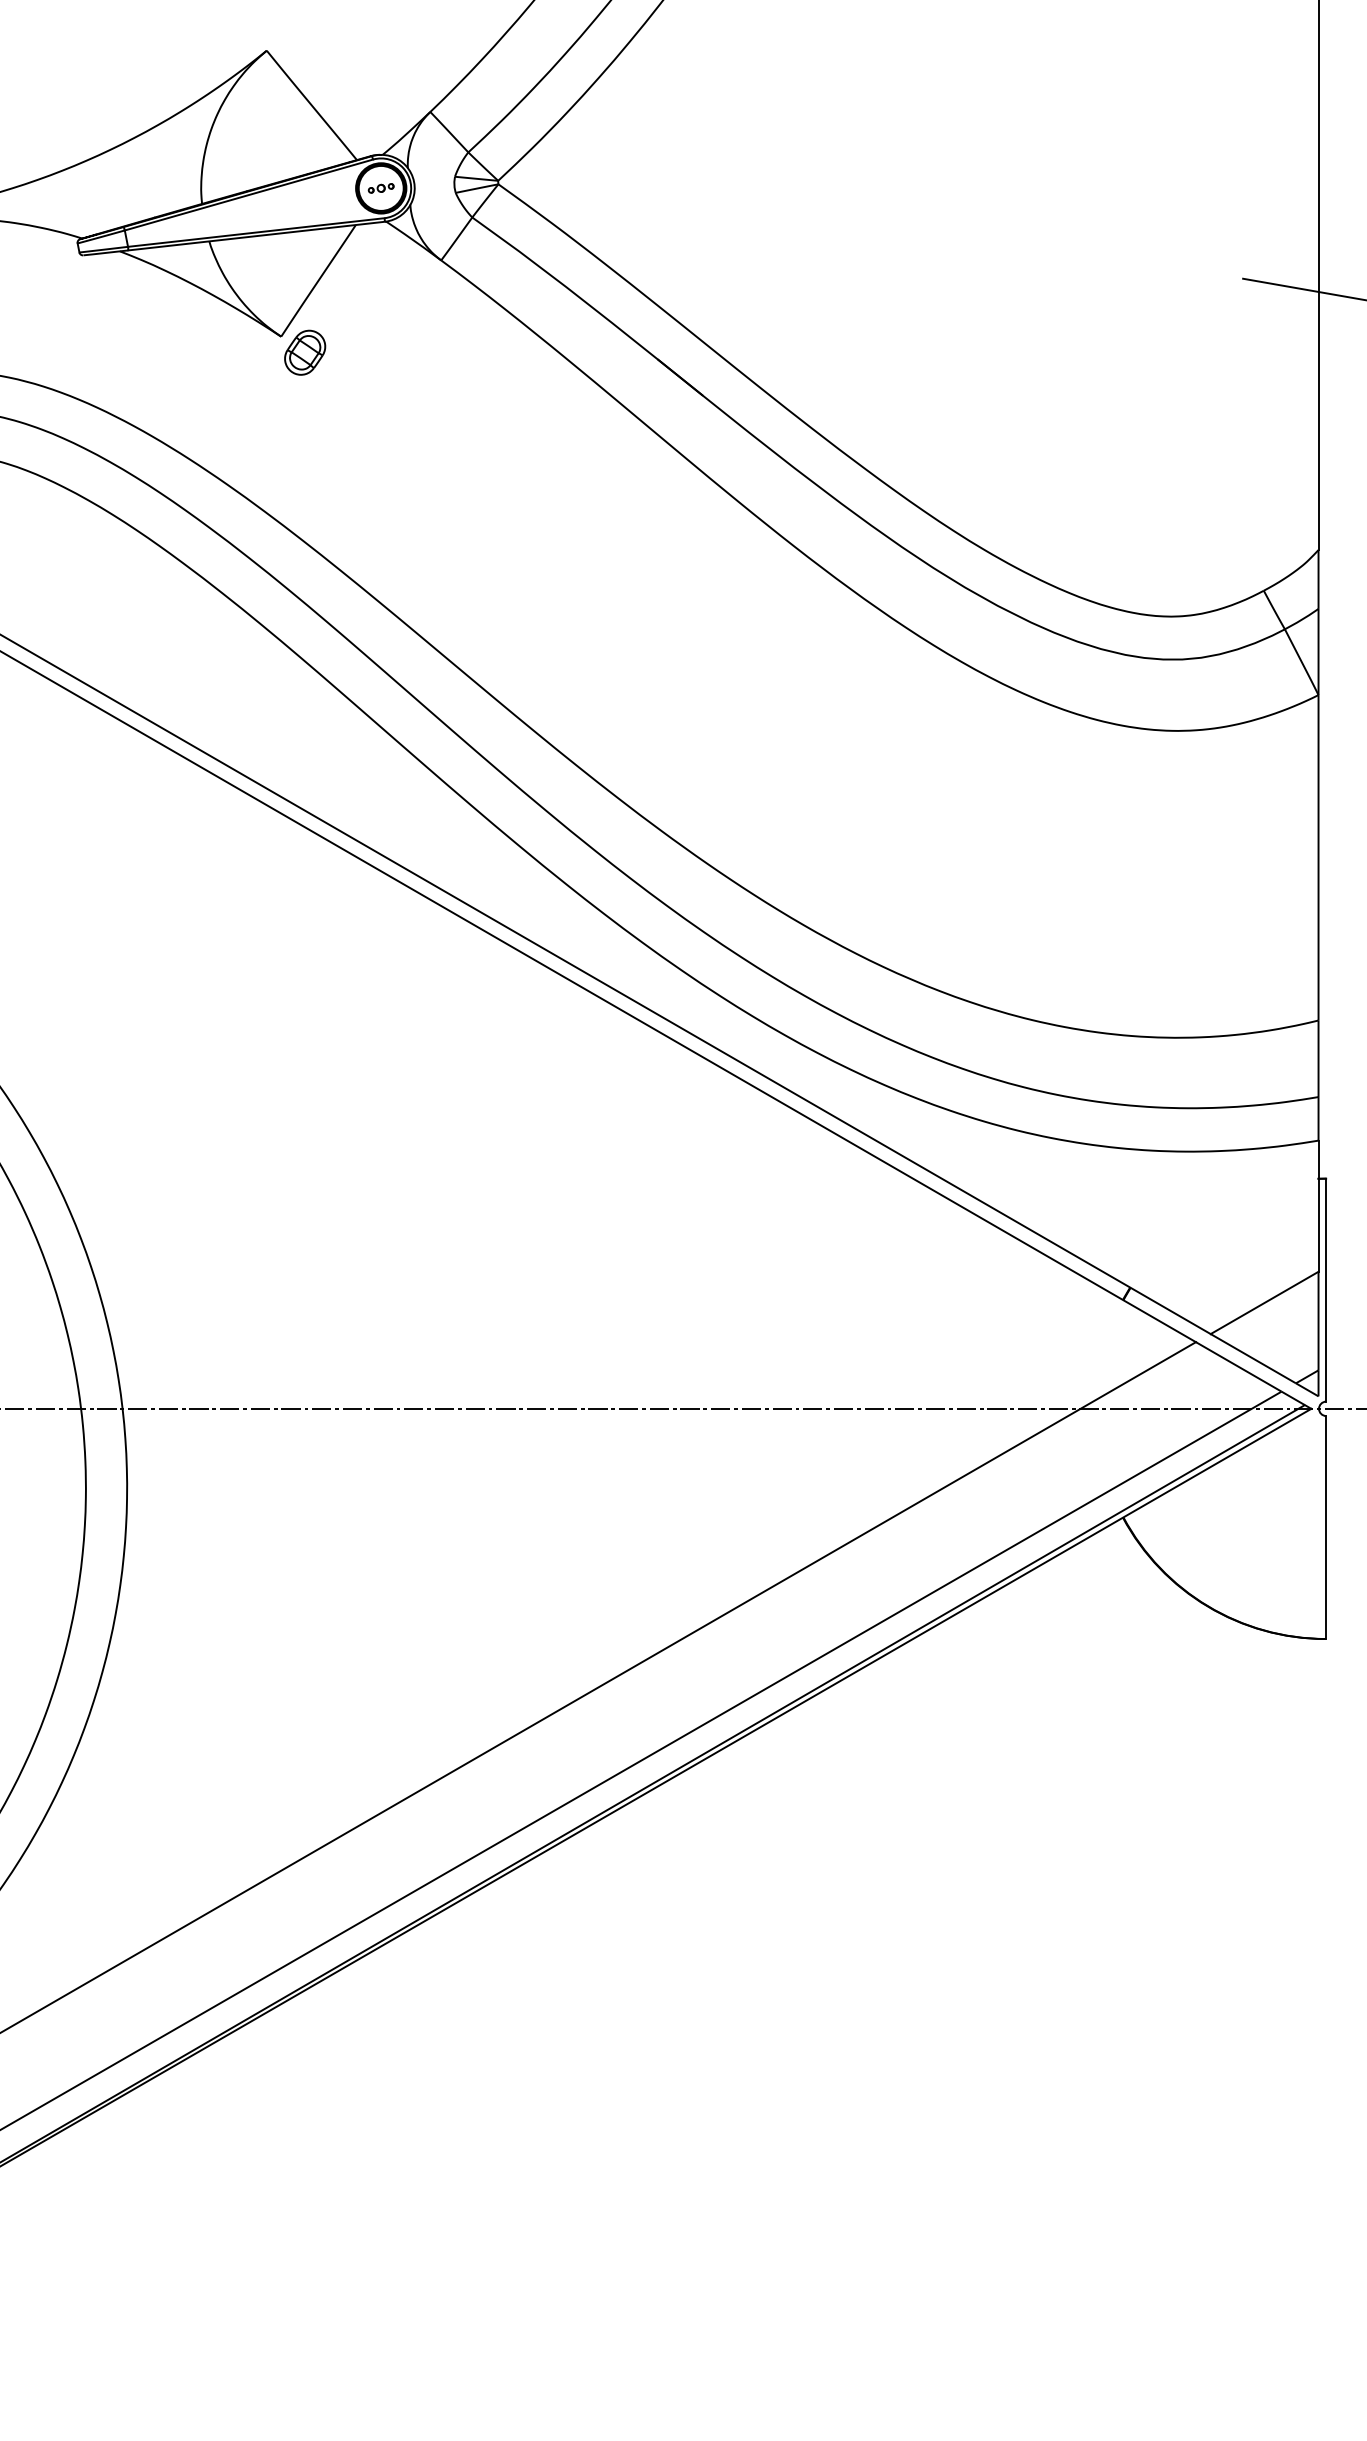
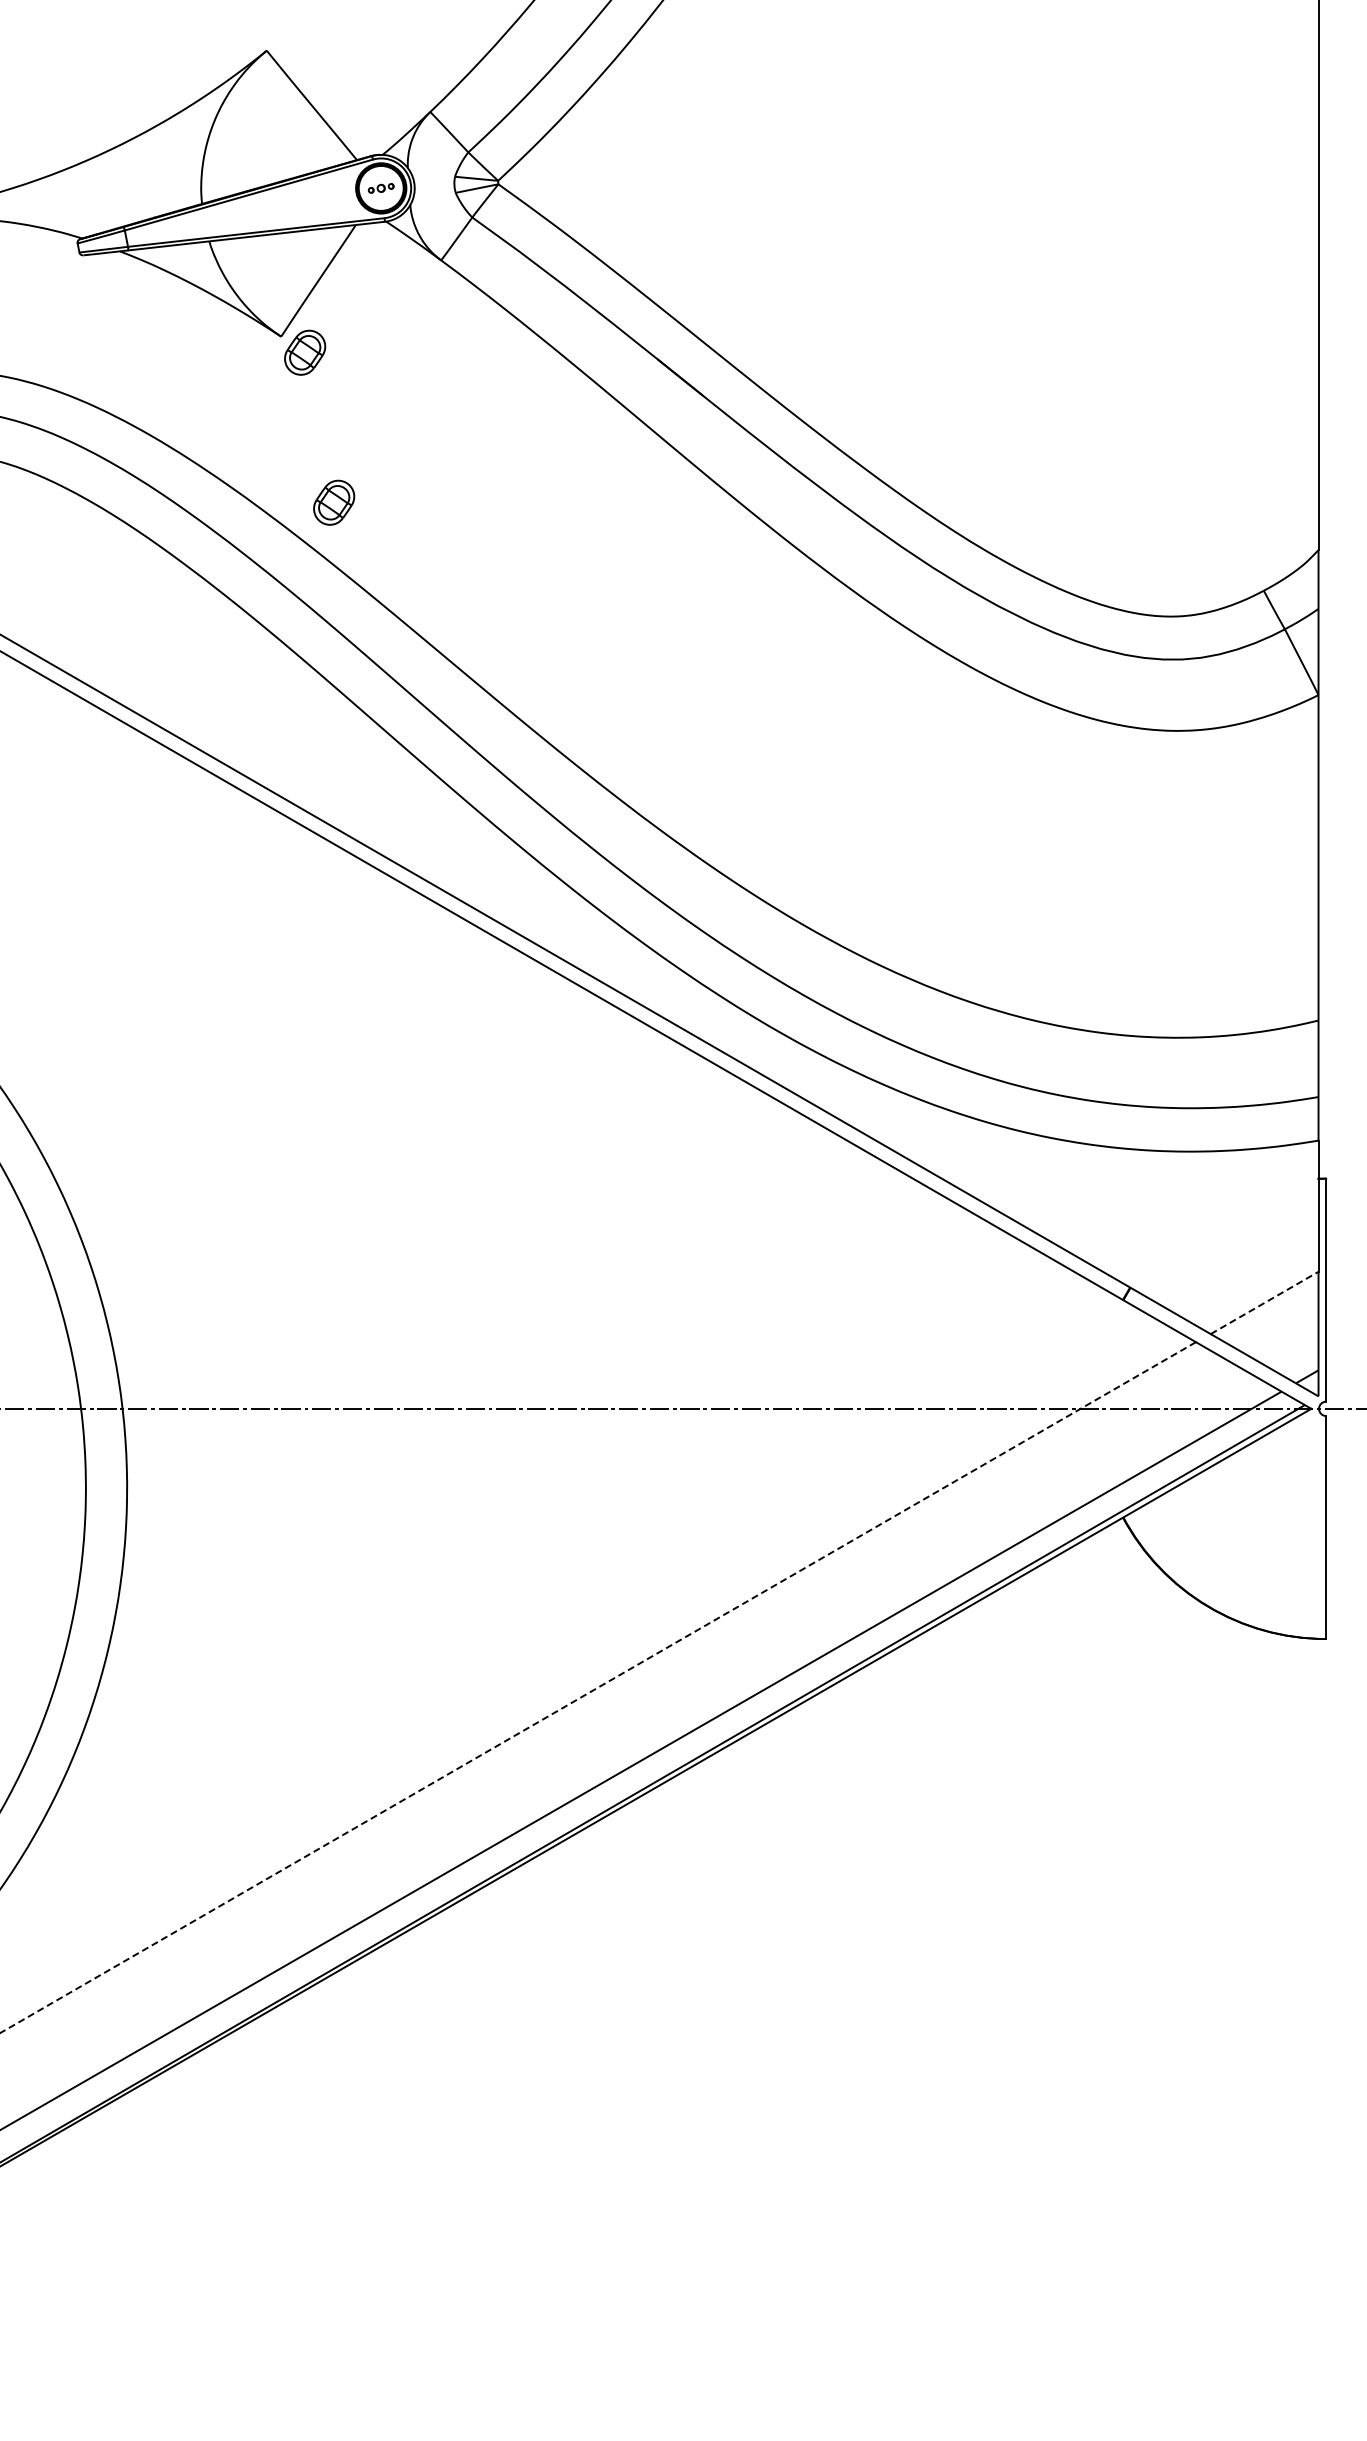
line at (1303, 288): present -> none
part at (334, 502): none -> present
line at (1265, 1302): solid -> dashed
line at (598, 1687): solid -> dashed
